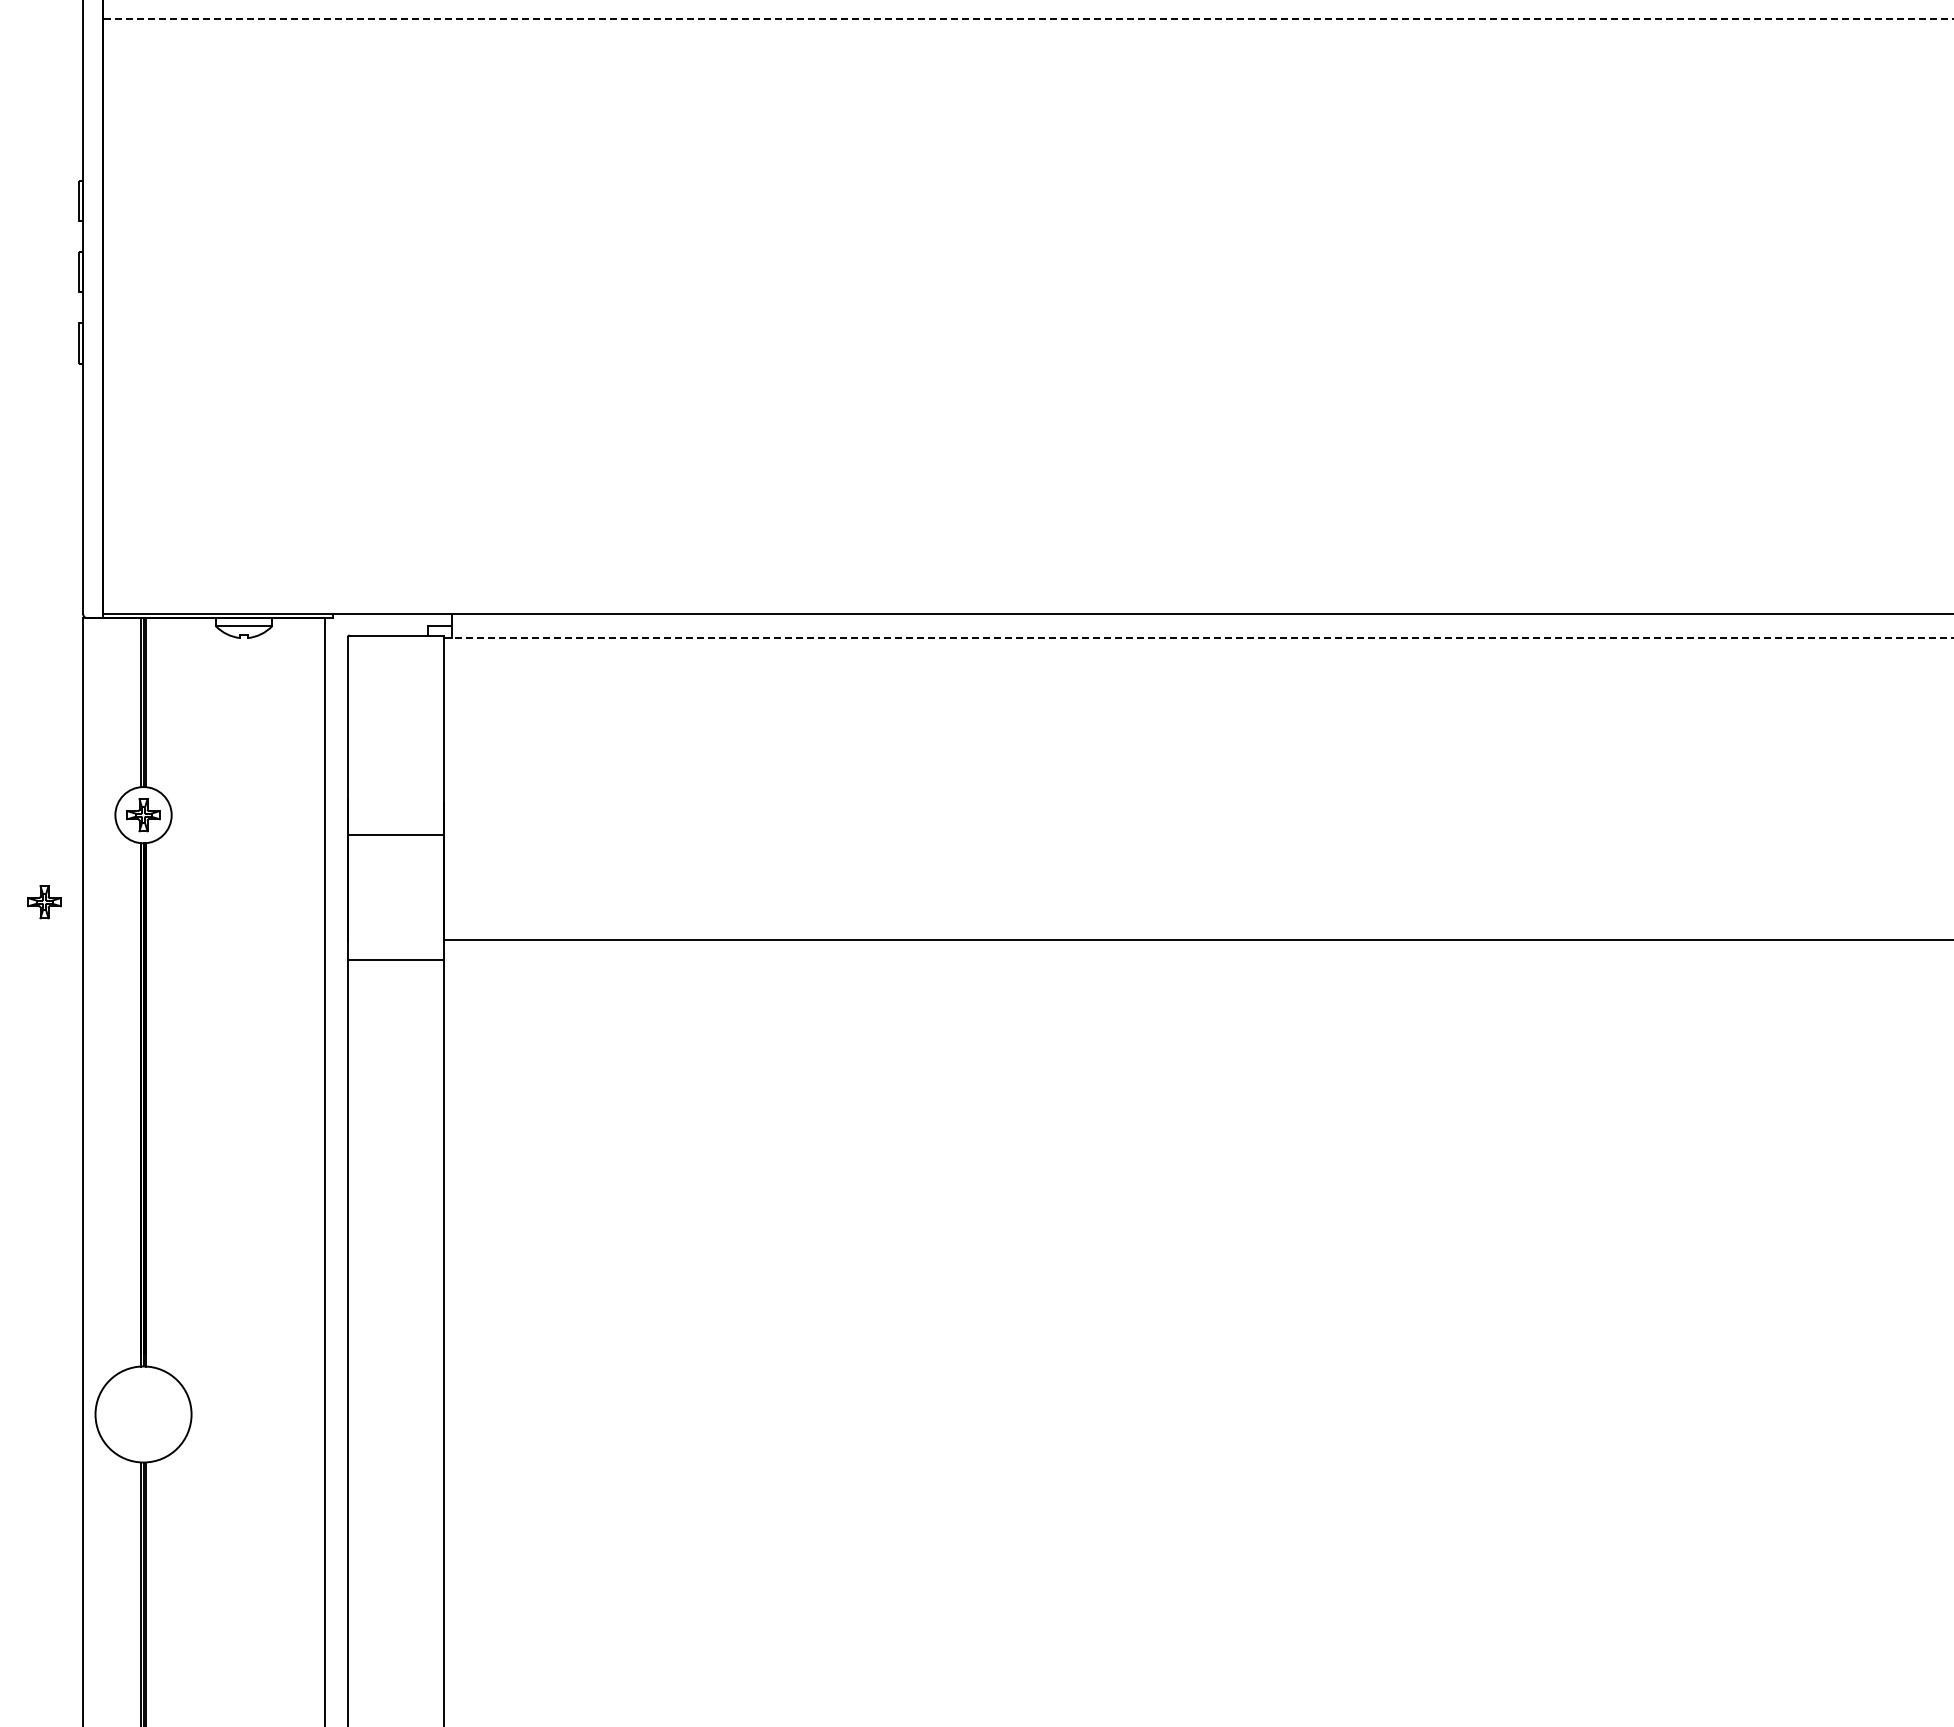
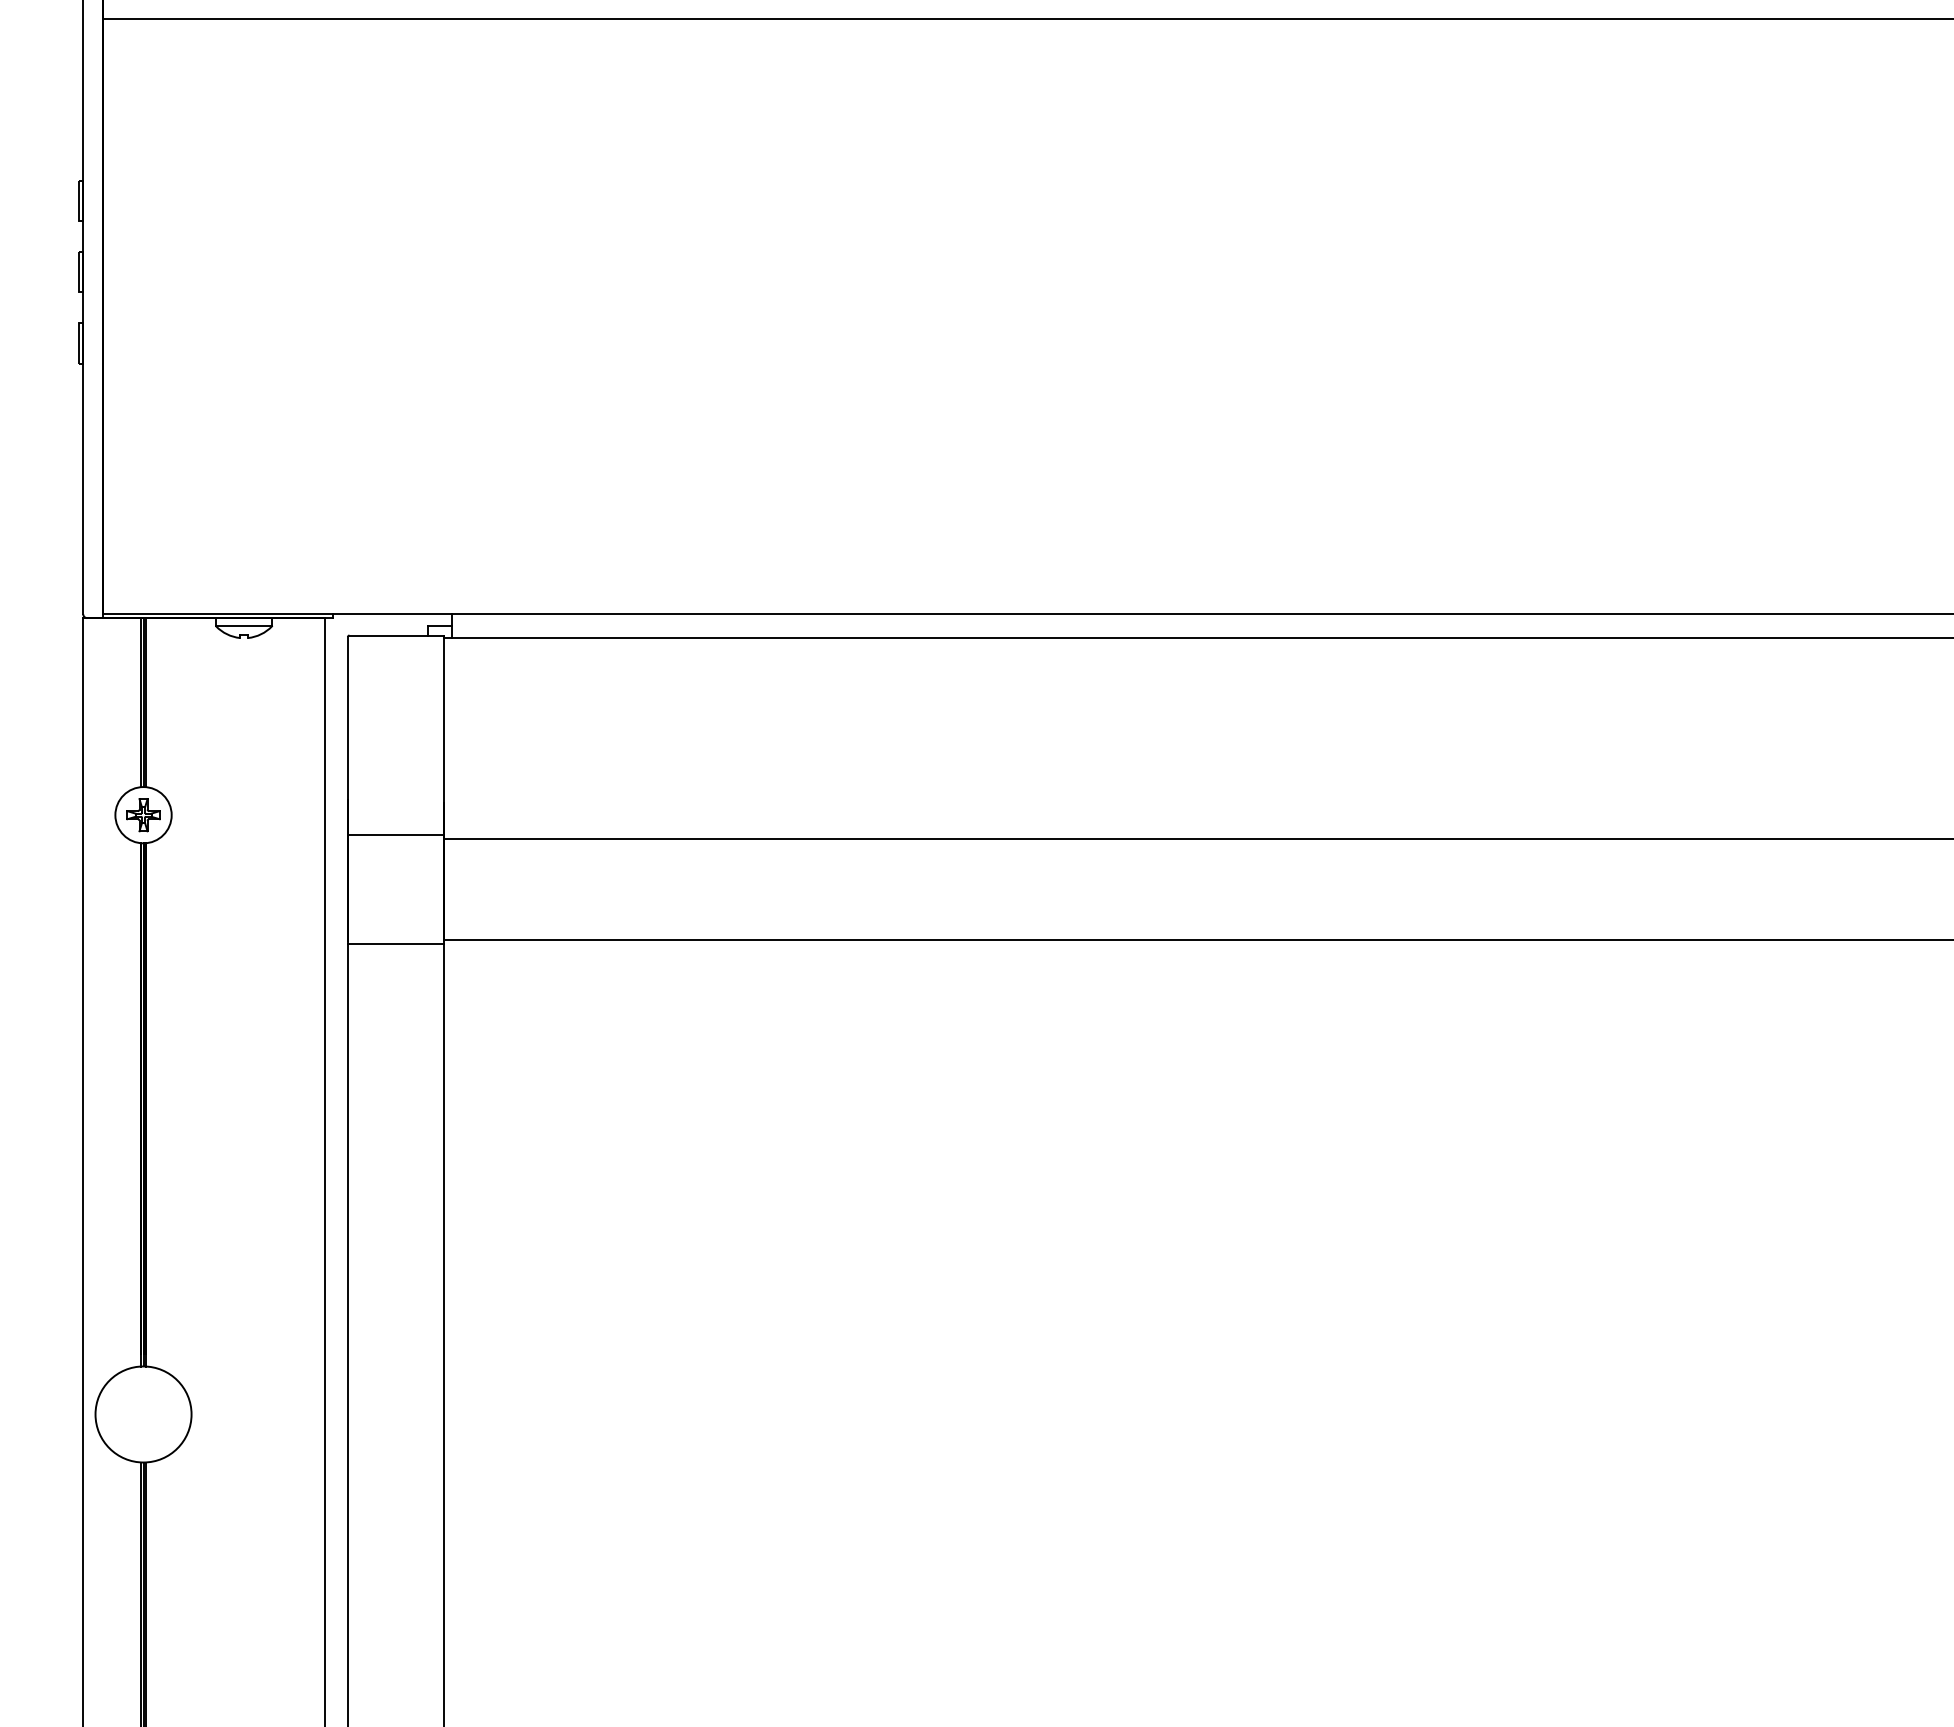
line at (1028, 18): dashed -> solid
line at (1198, 638): dashed -> solid
line at (1197, 839): none -> present
part at (44, 902): present -> none
line at (395, 959) position: (395, 959) -> (395, 943)
